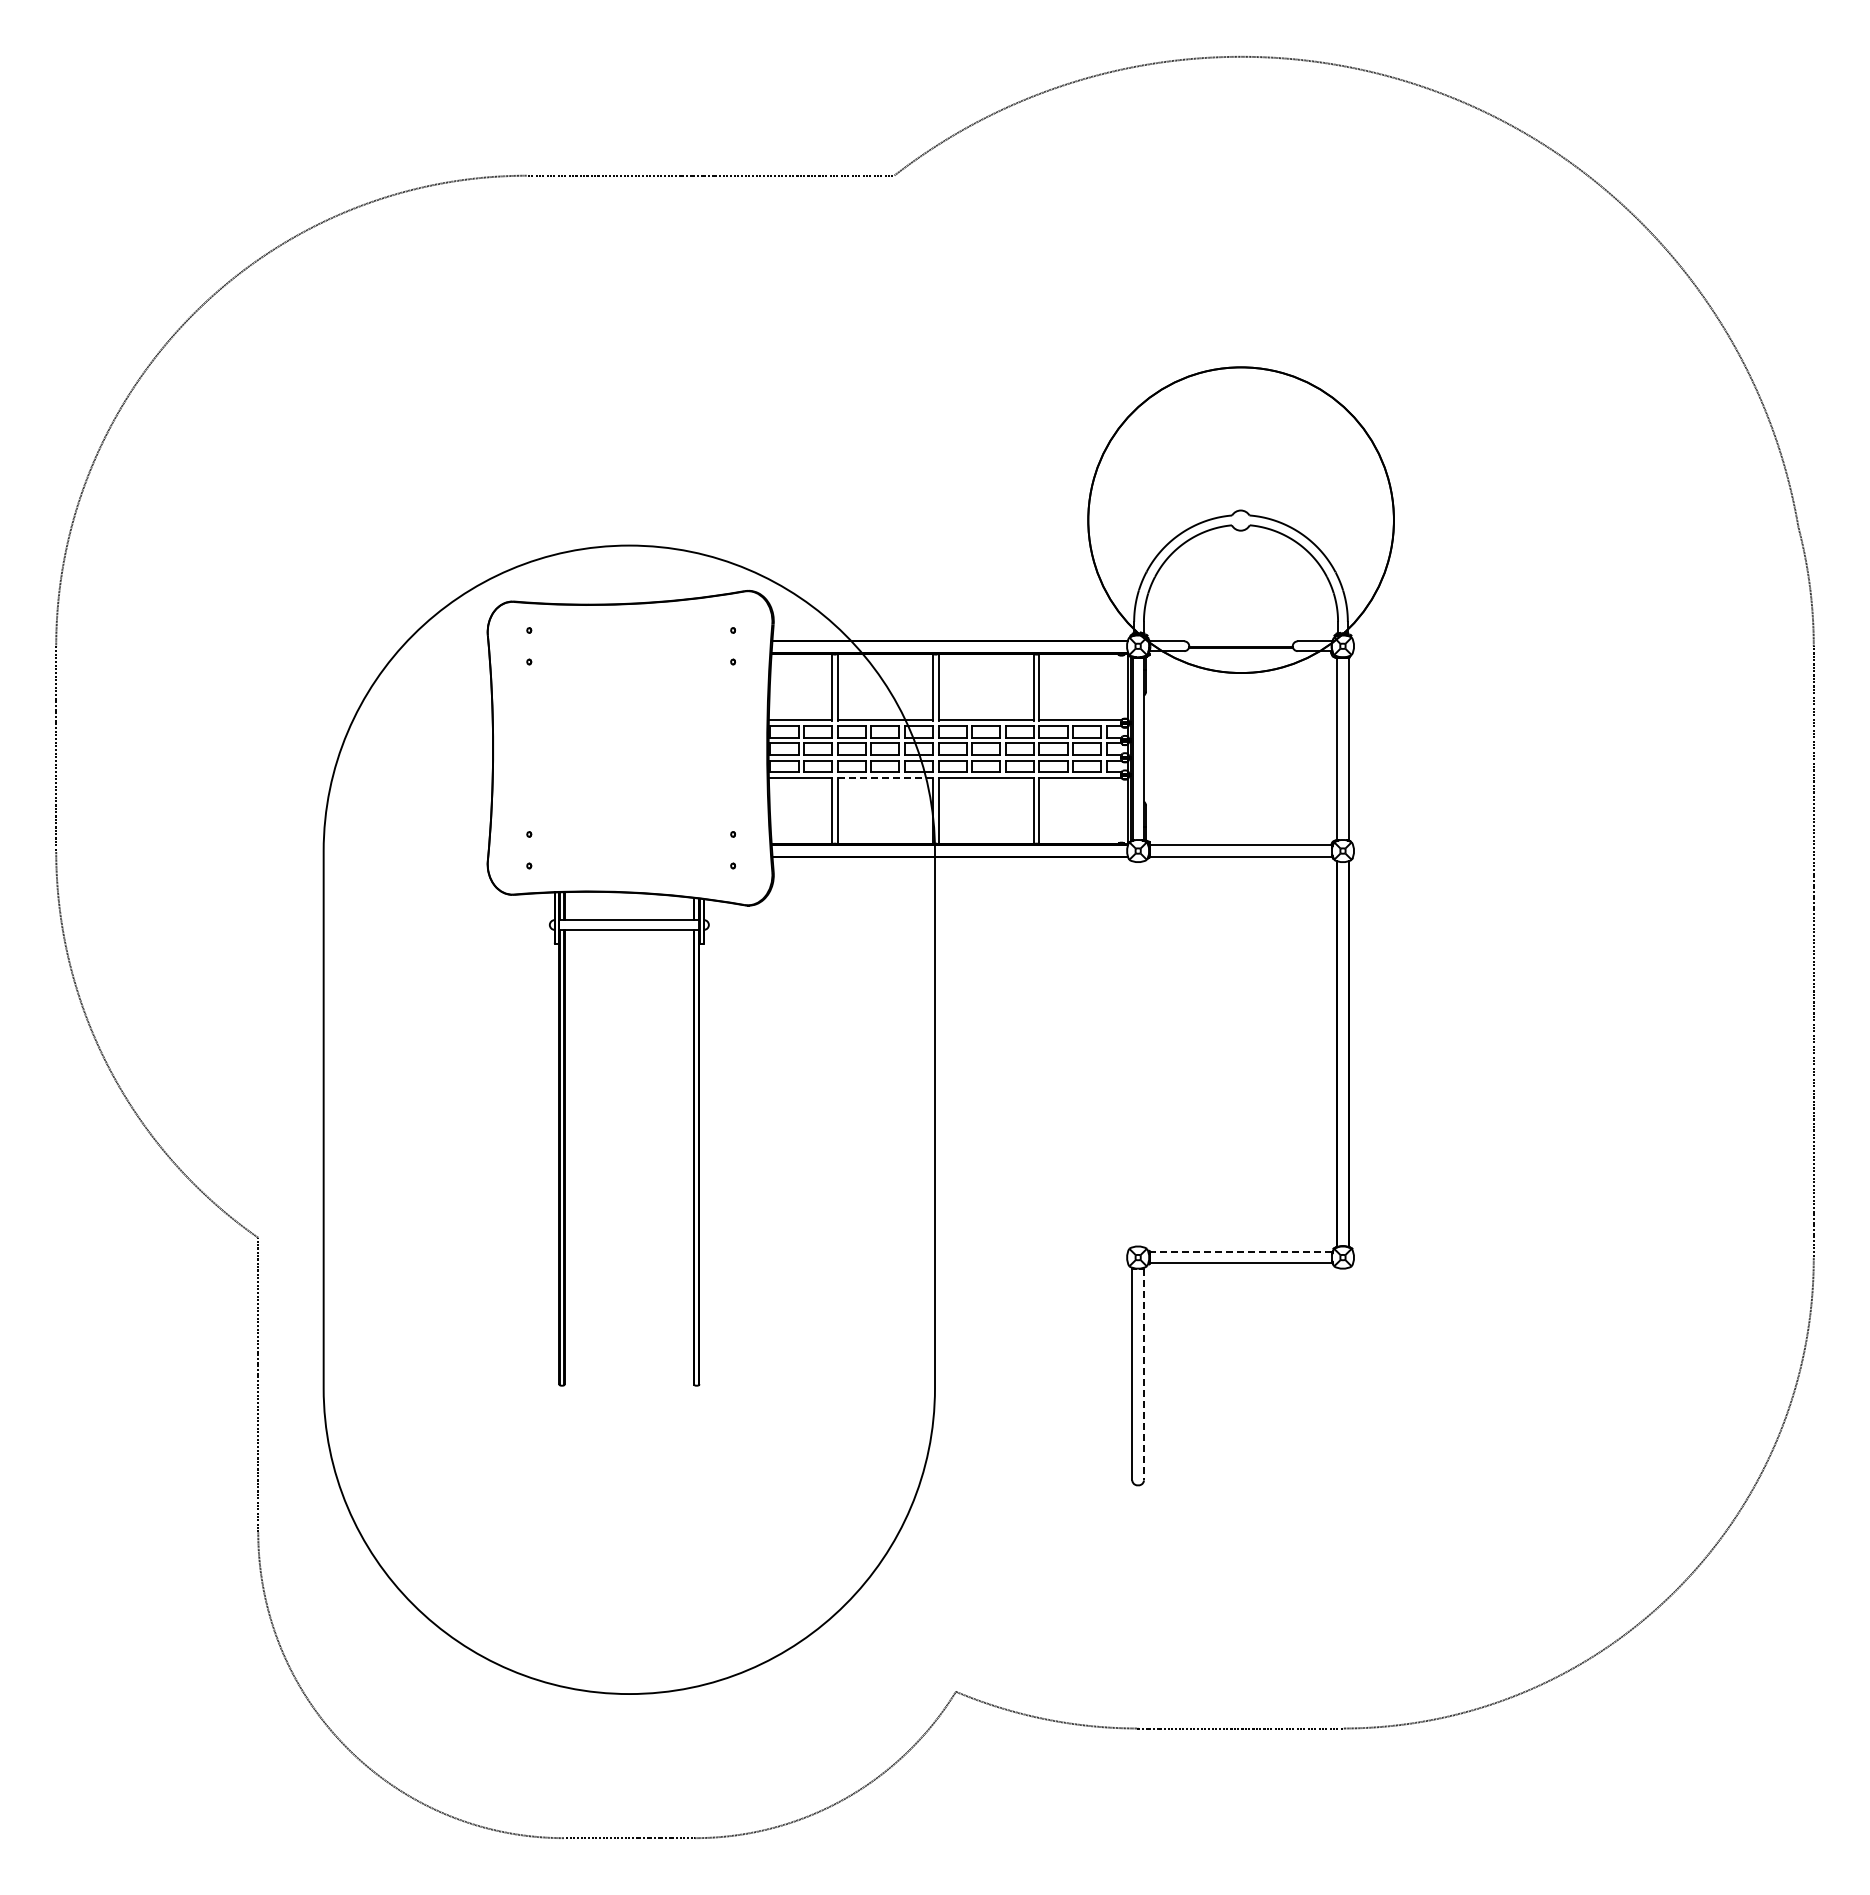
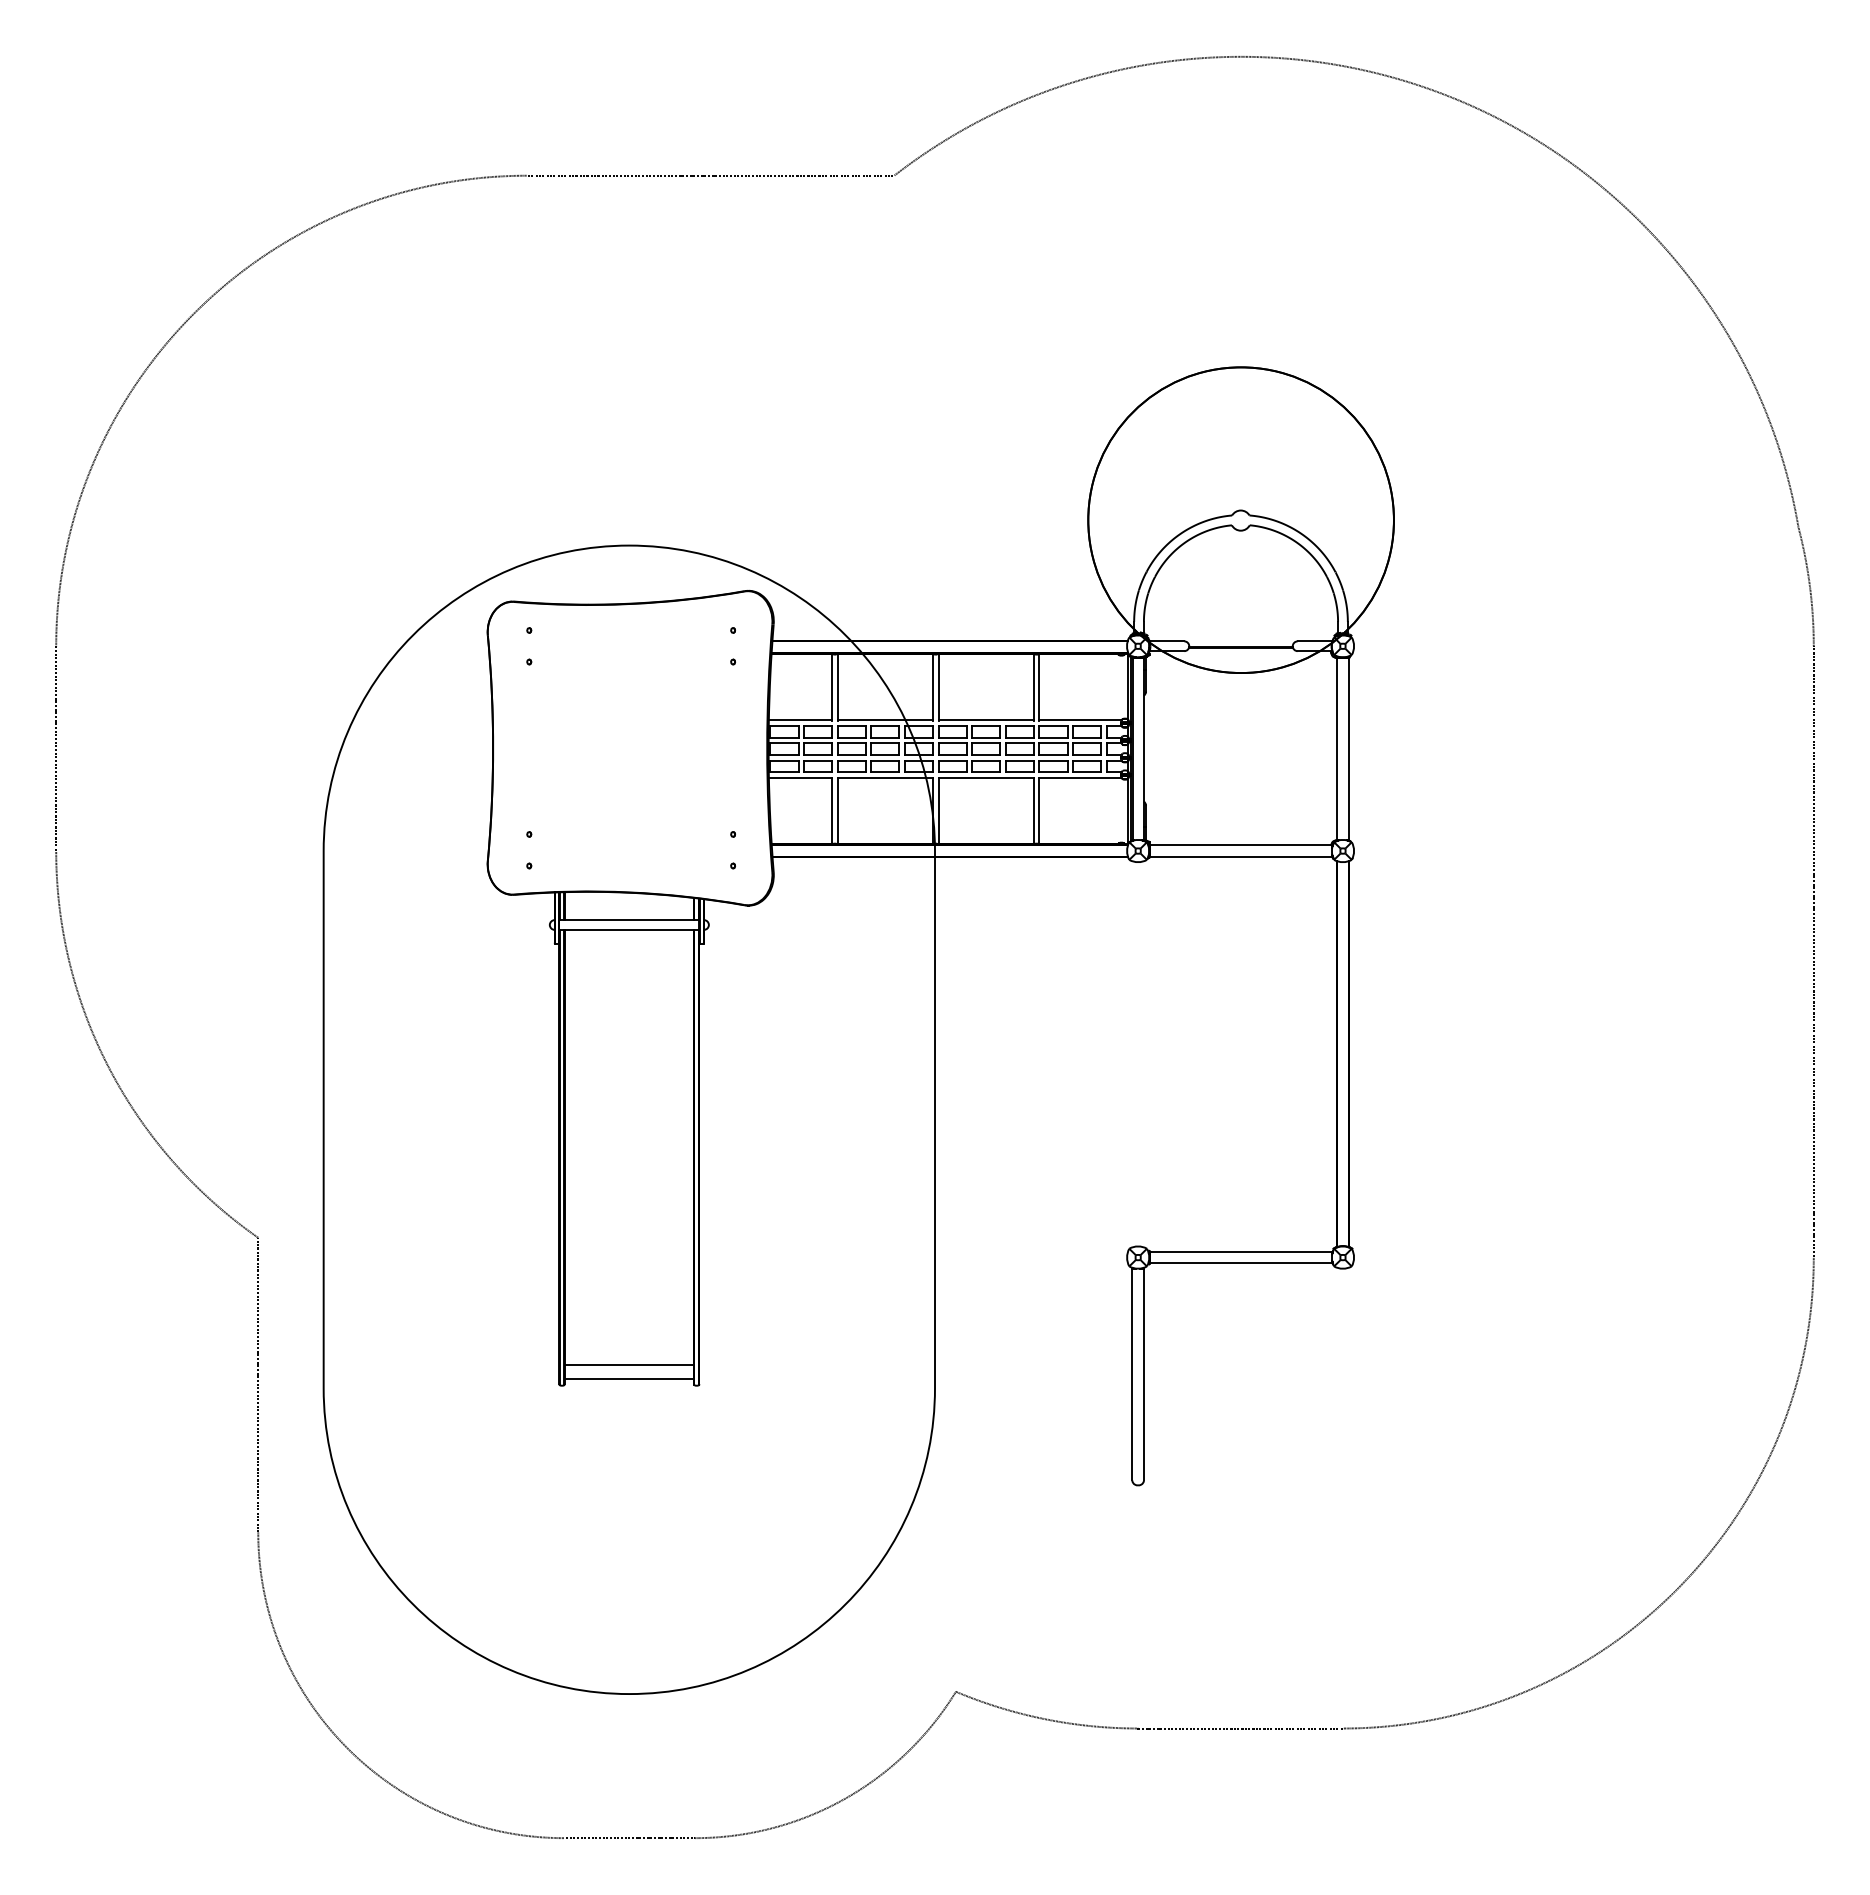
line at (885, 777): dashed -> solid
line at (1241, 1251): dashed -> solid
line at (629, 1365): none -> present
line at (1143, 1374): dashed -> solid
line at (629, 1379): none -> present
